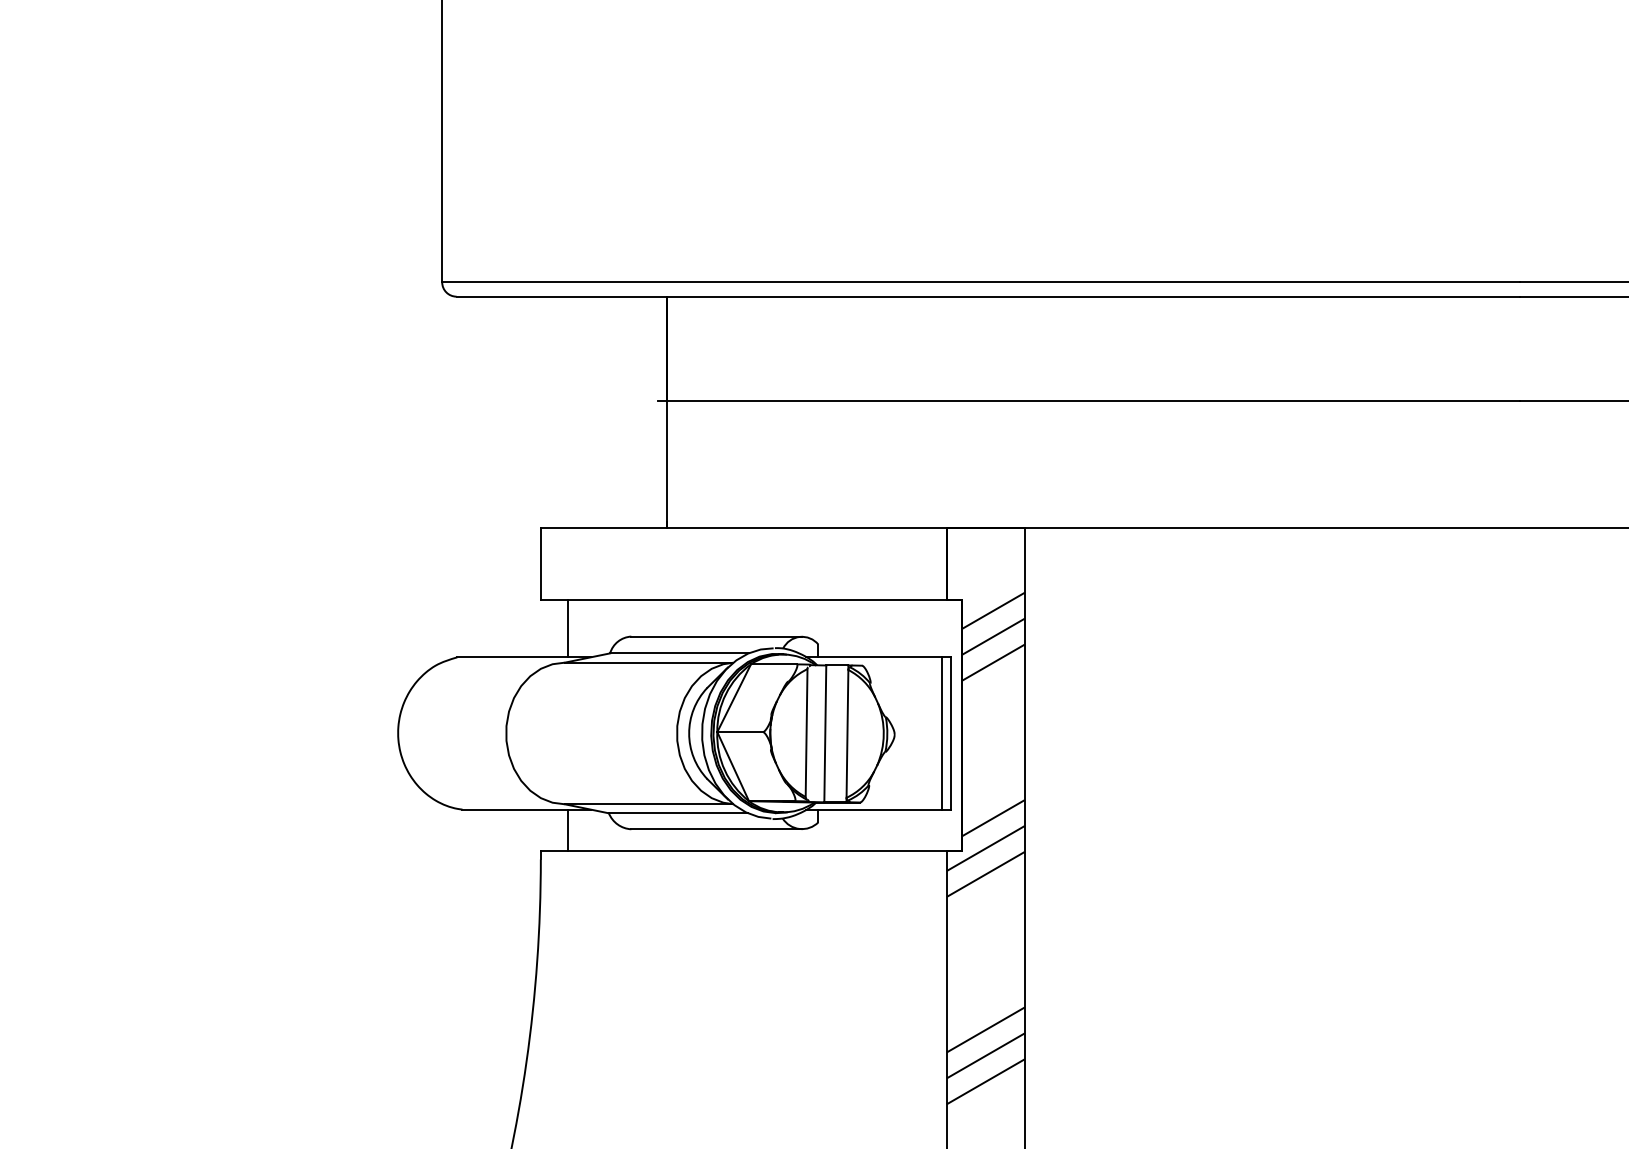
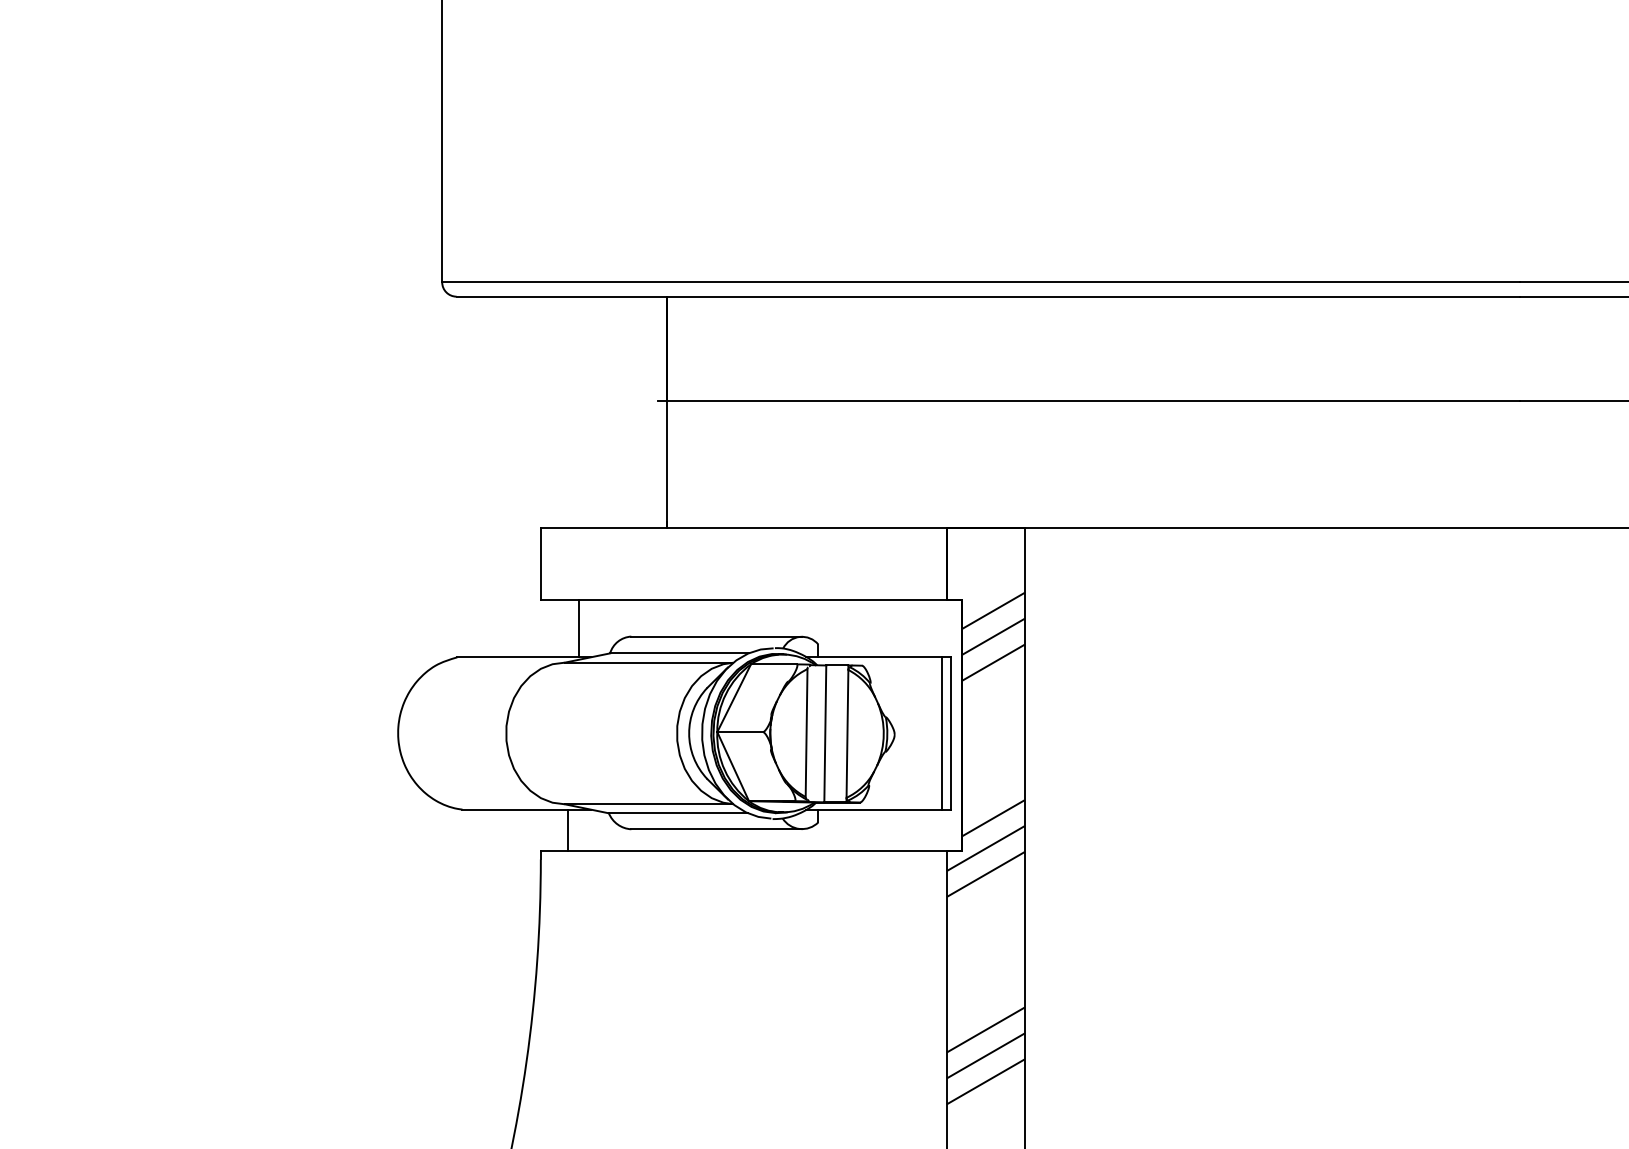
line at (567, 628) position: (567, 628) -> (578, 628)
